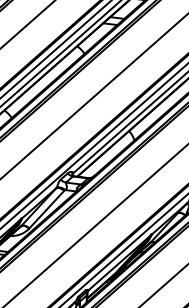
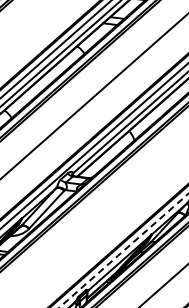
line at (27, 24): present -> none
line at (95, 225): present -> none
line at (124, 250): solid -> dashed
